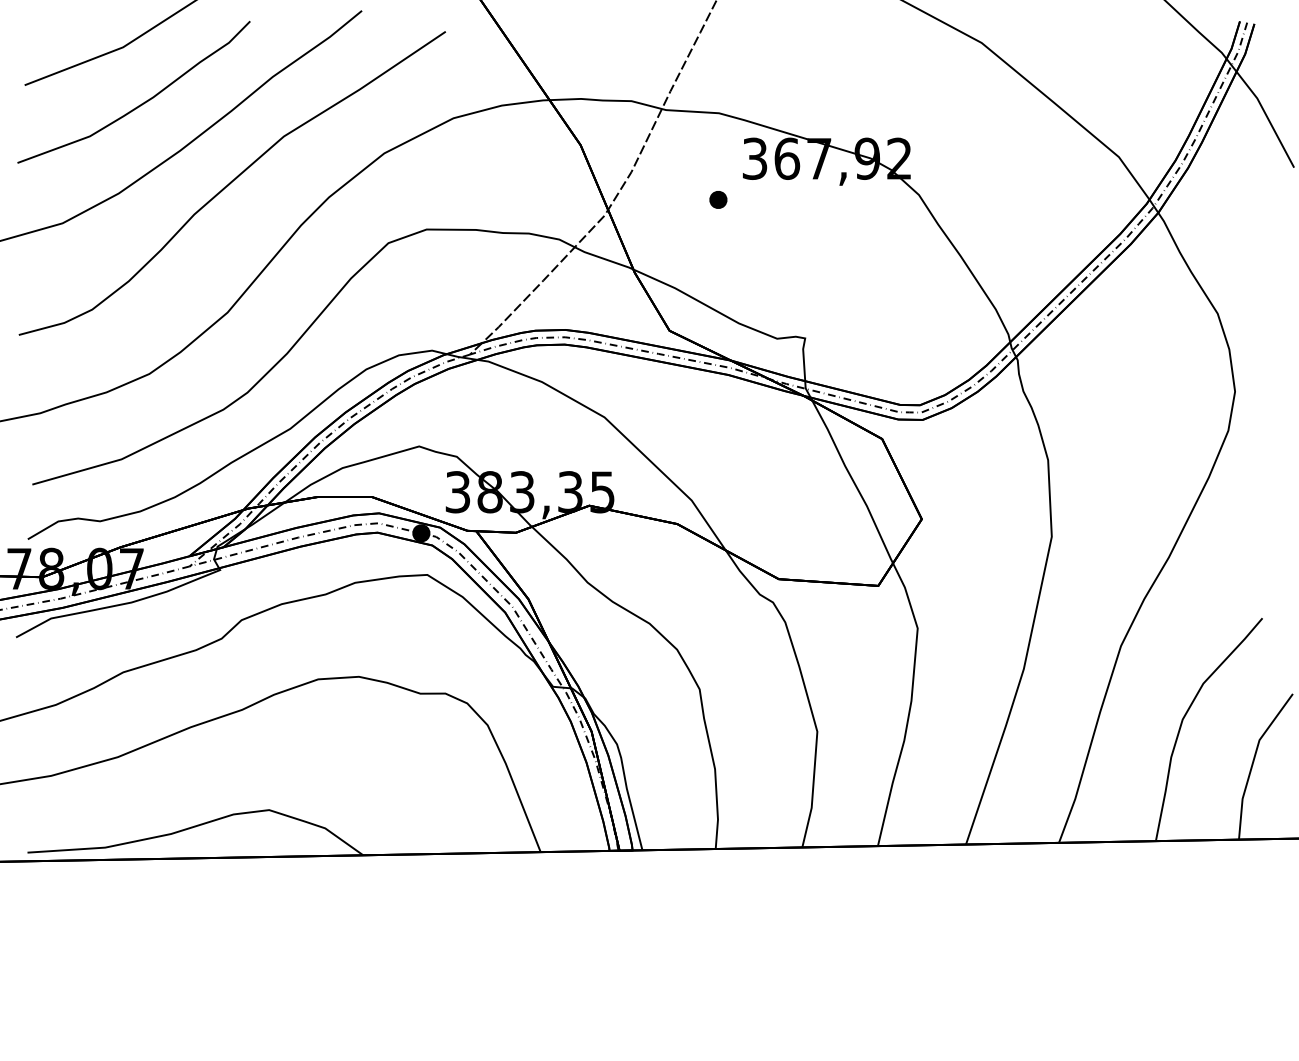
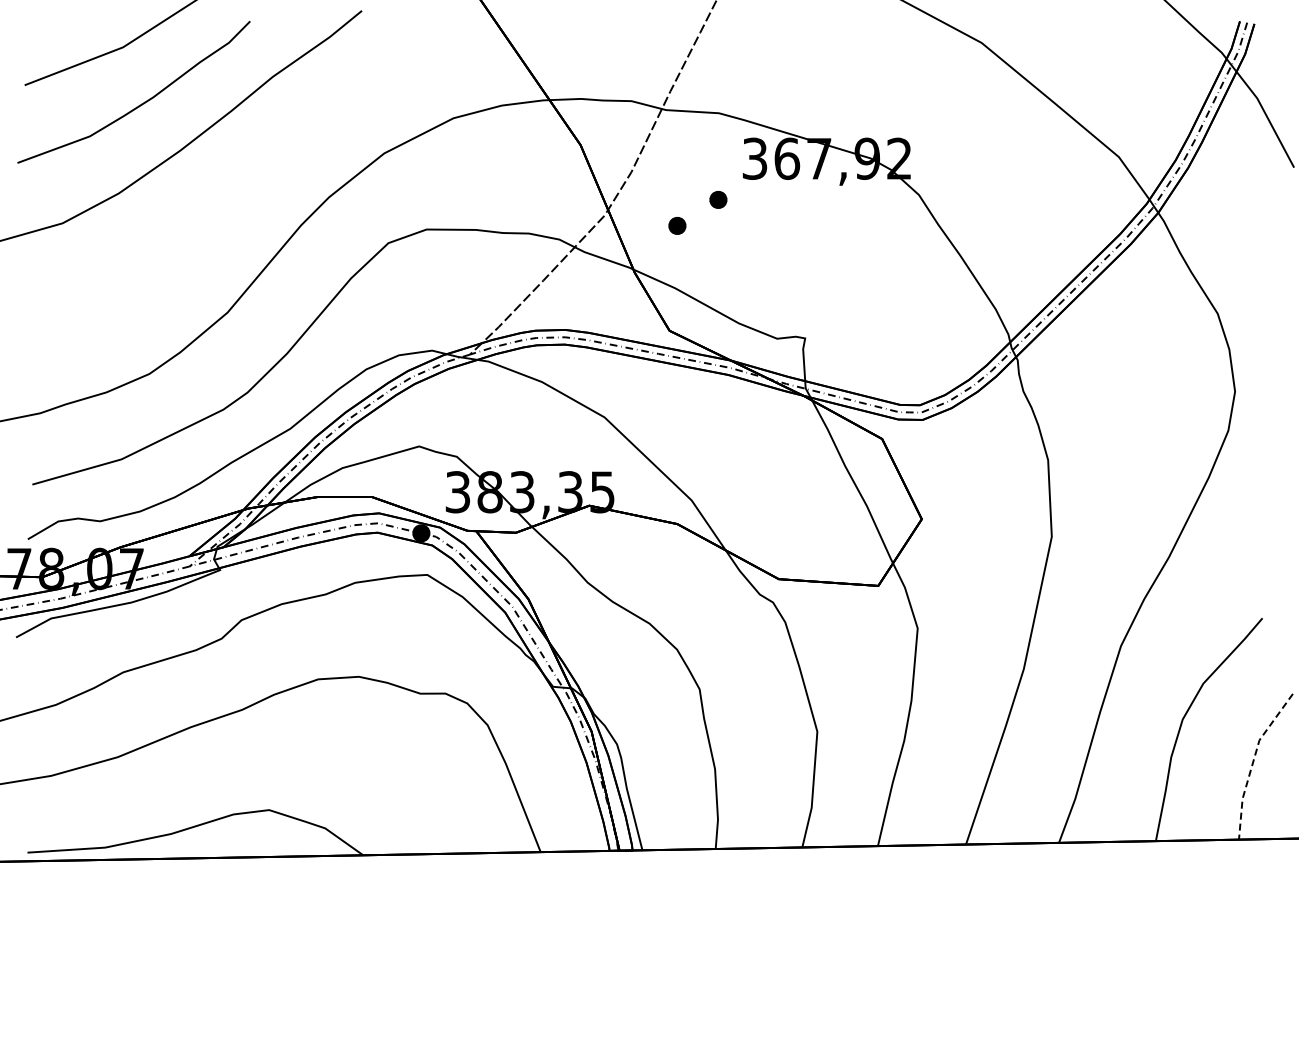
curve at (231, 183): present -> none
part at (677, 225): none -> present
line at (1253, 761): solid -> dashed
